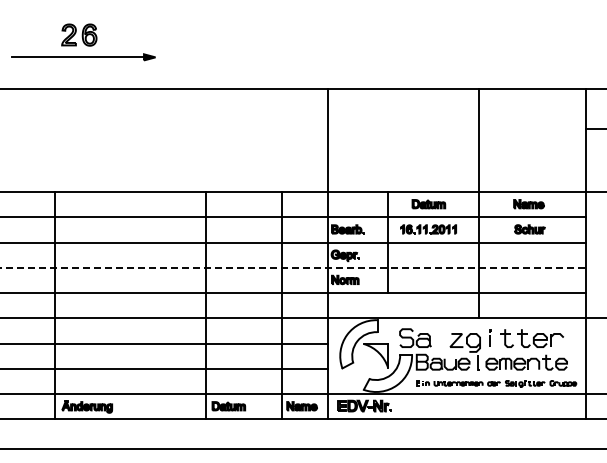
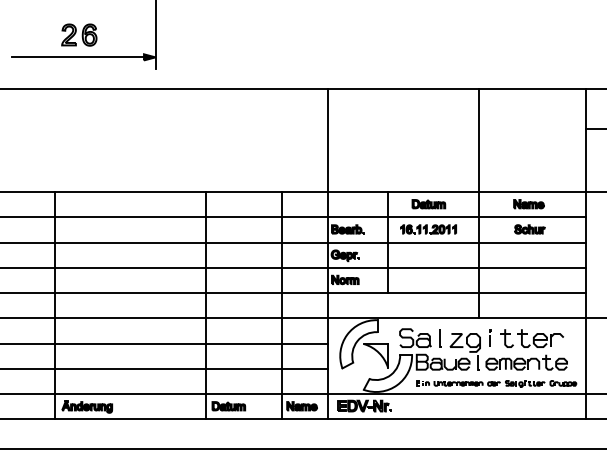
line at (155, 35): none -> present
line at (293, 267): dashed -> solid
line at (440, 338): none -> present
